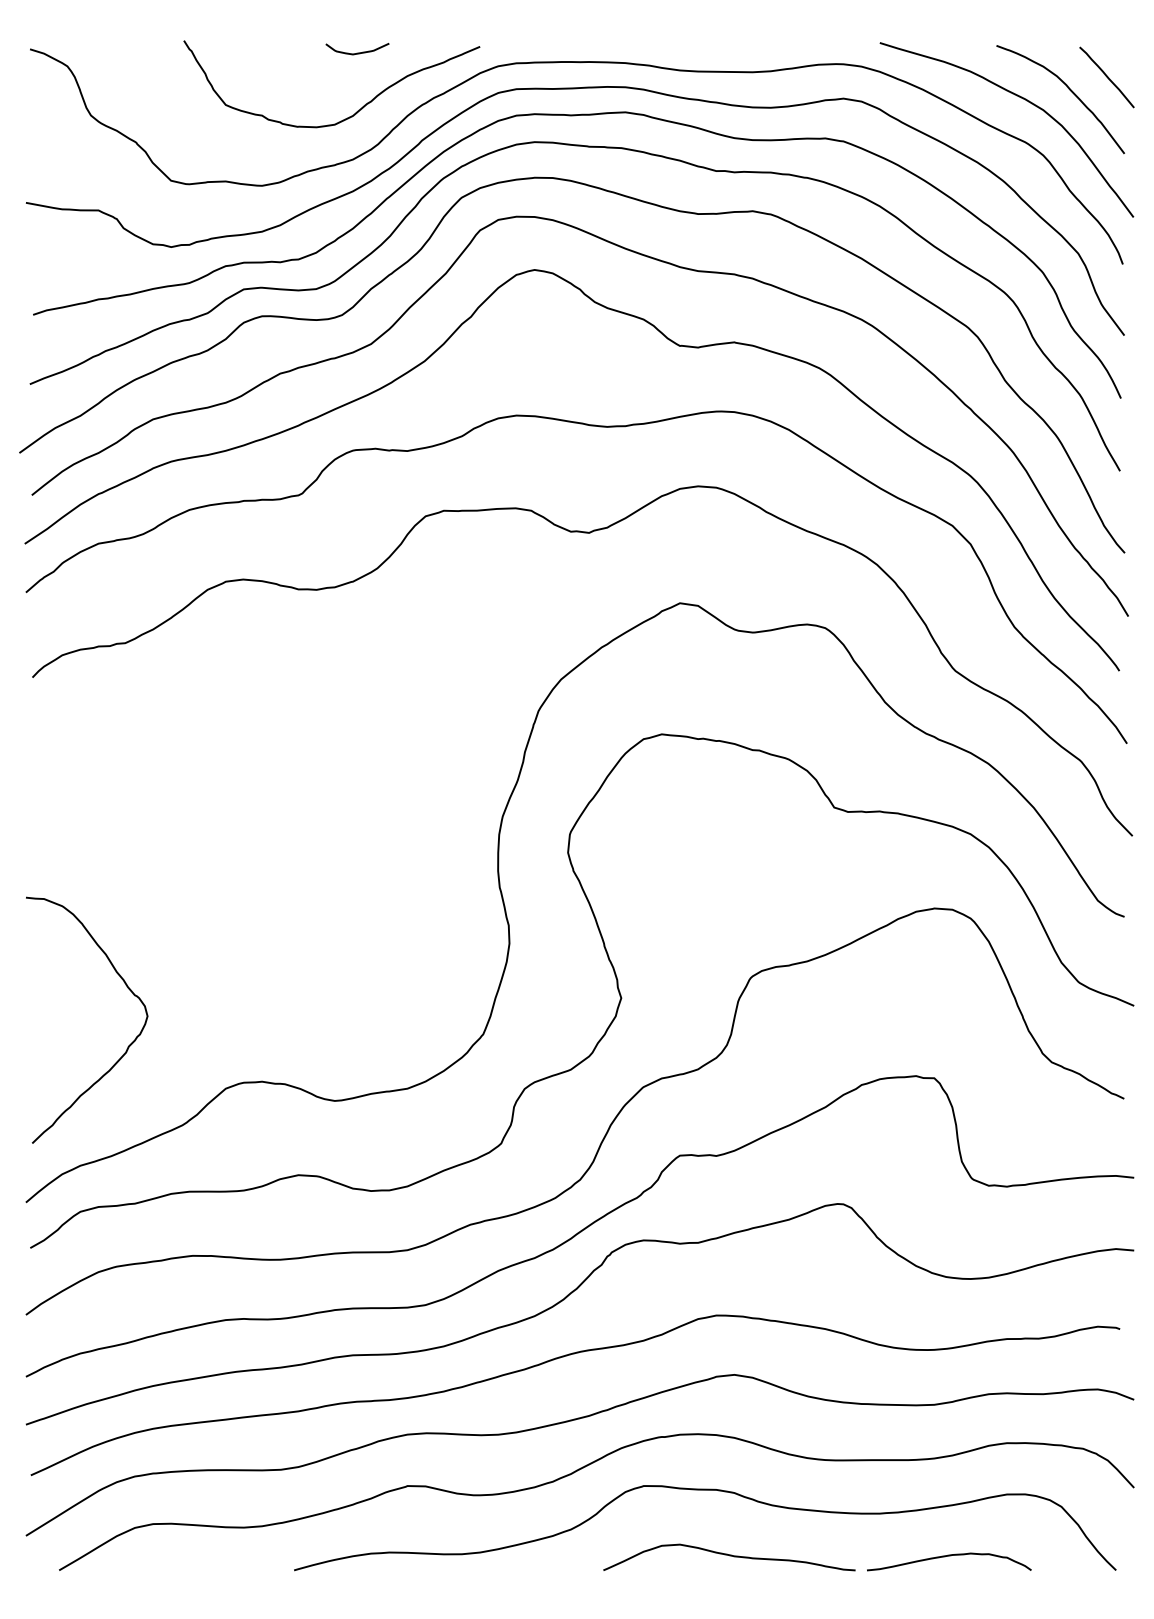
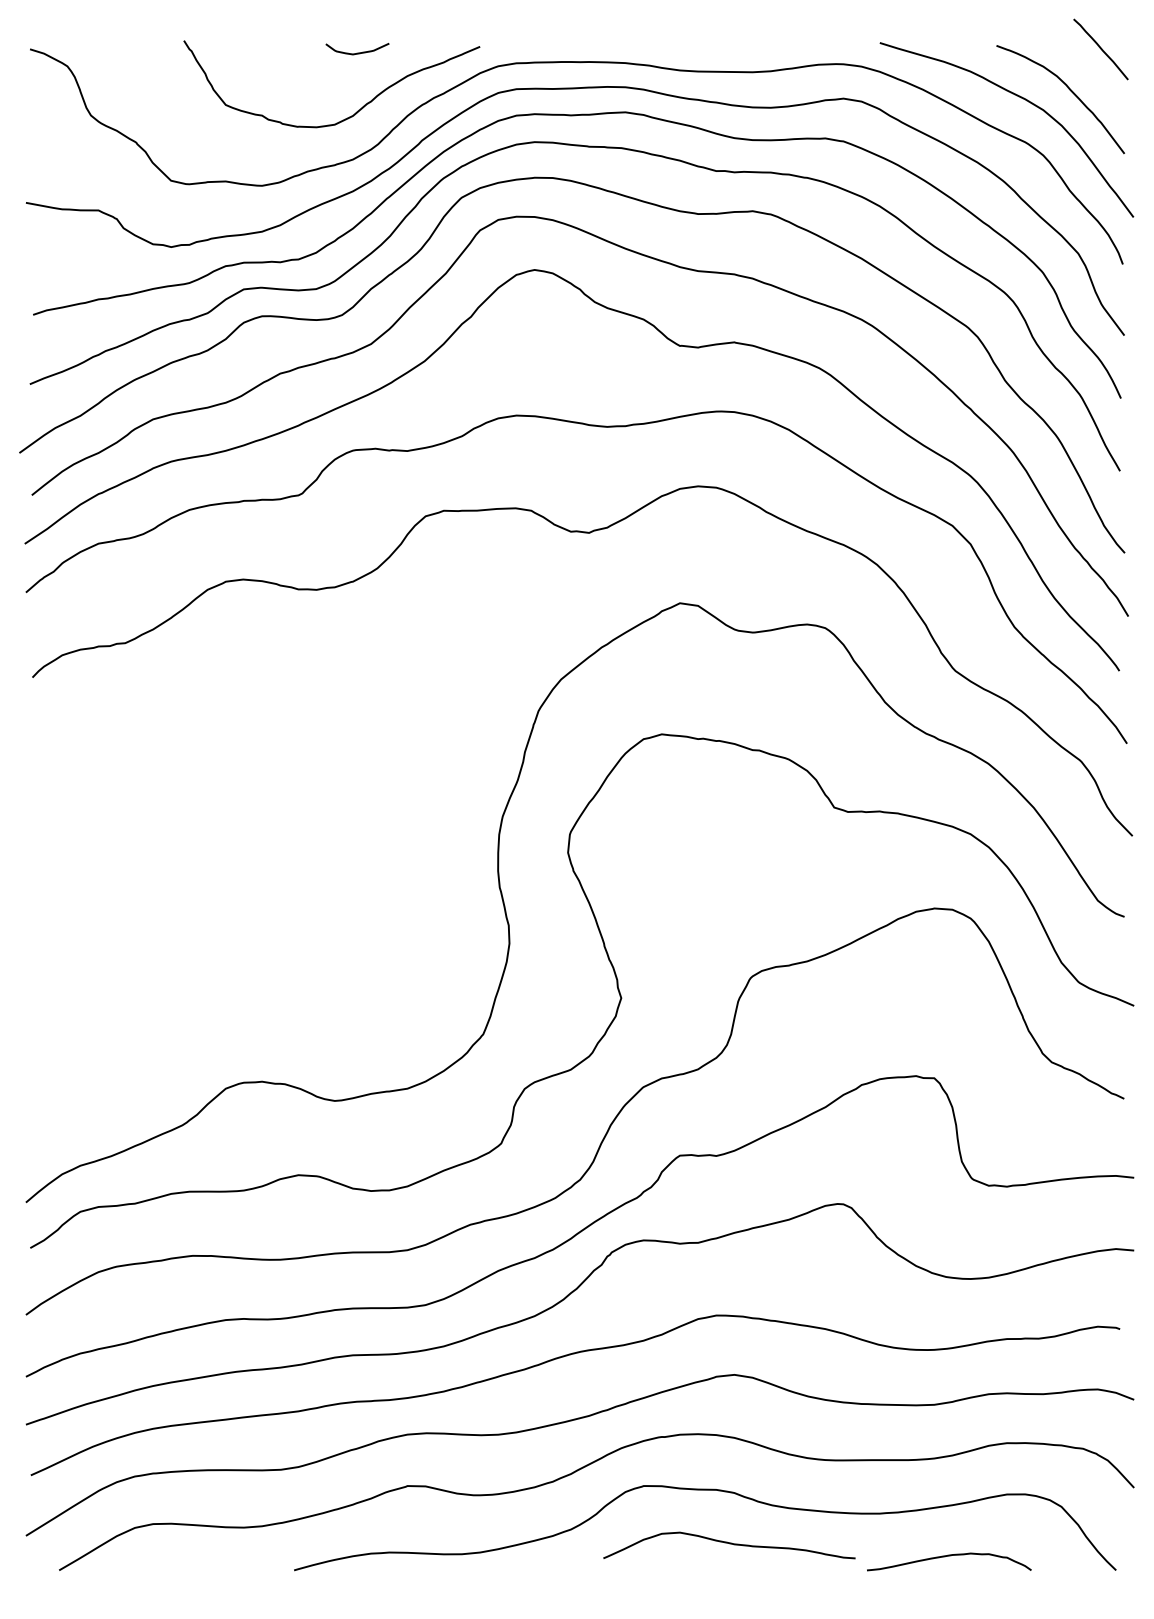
curve at (1106, 77) position: (1106, 77) -> (1100, 49)
curve at (127, 1046): present -> none
curve at (729, 1556) position: (729, 1556) -> (729, 1544)
